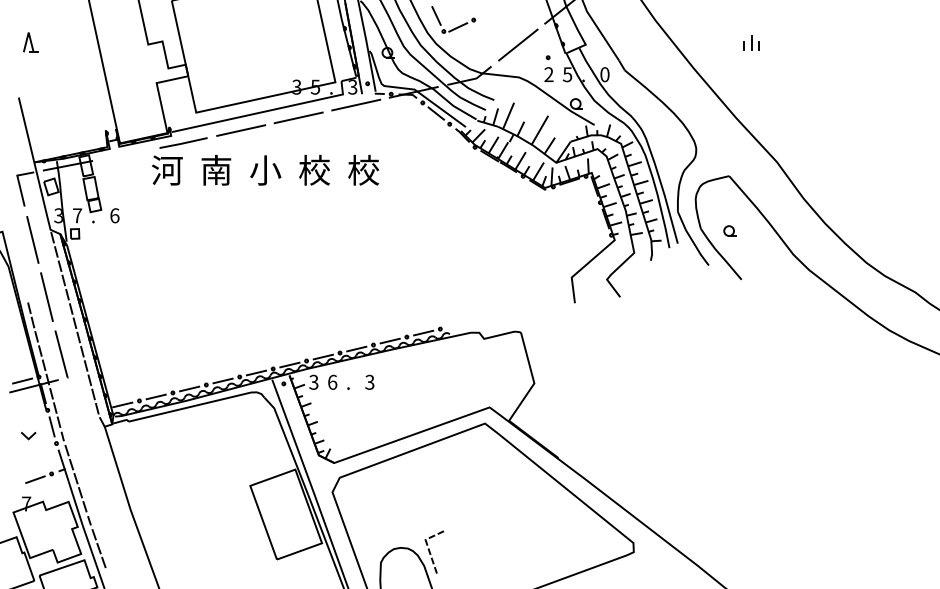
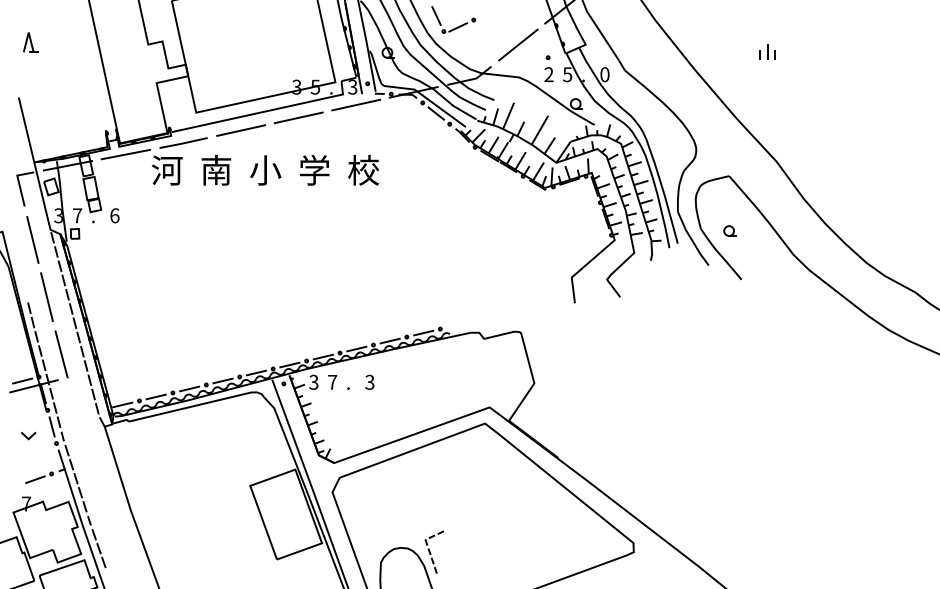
part at (751, 42) position: (751, 42) -> (767, 51)
line at (125, 154): none -> present
text at (314, 169): 校 -> 学
text at (332, 381): 6 -> 7
